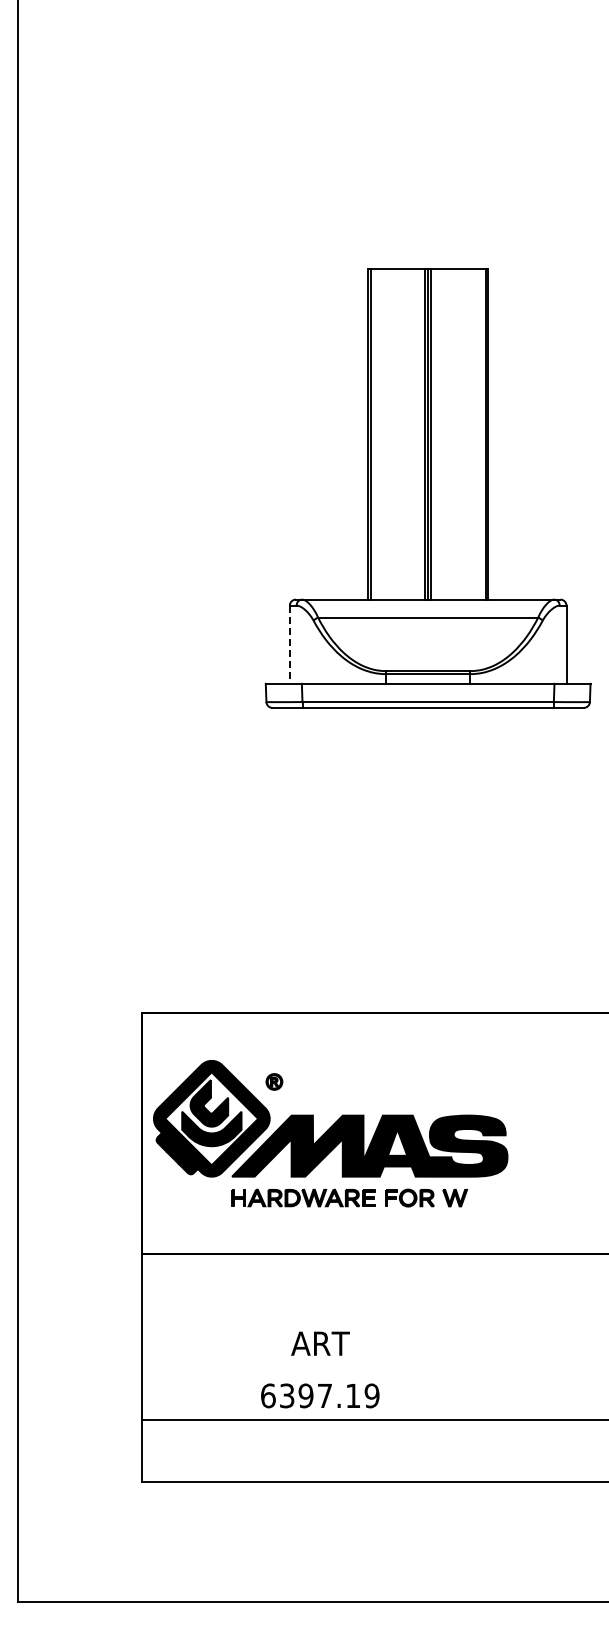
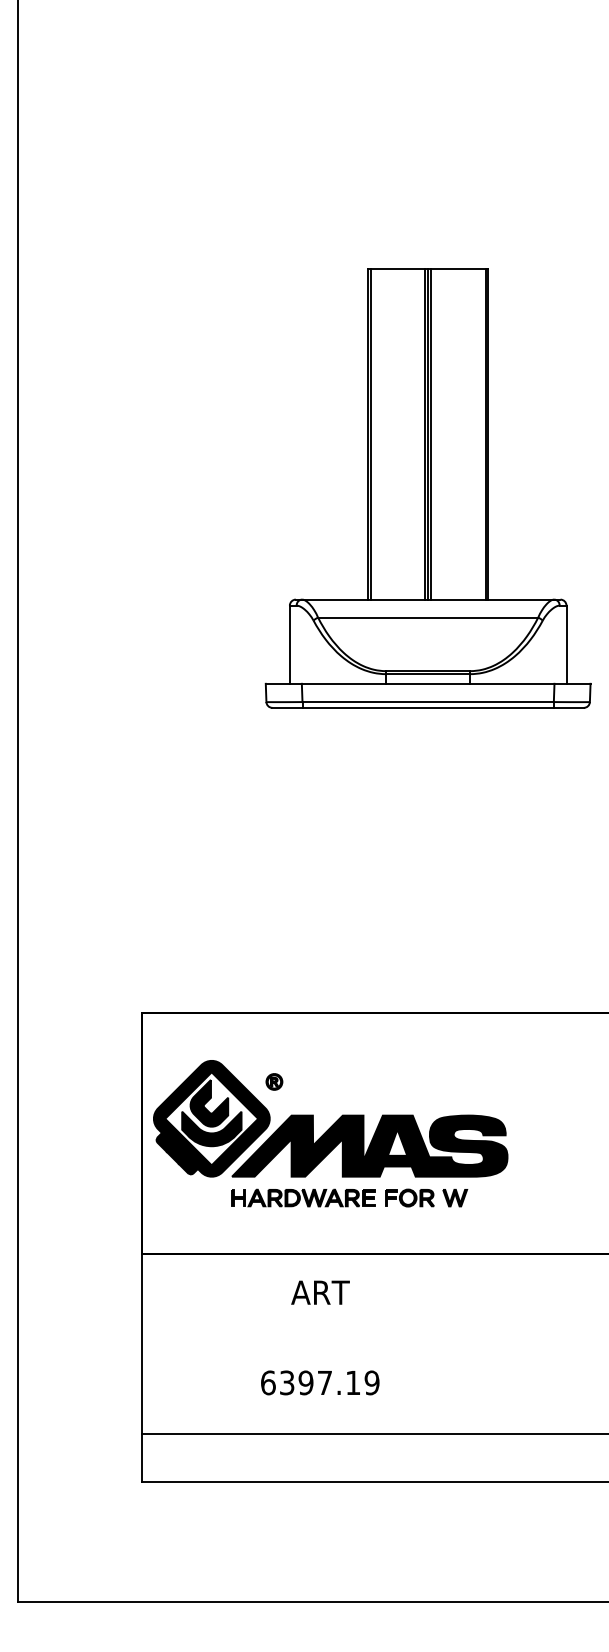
line at (289, 645): dashed -> solid
text at (320, 1343) position: (320, 1343) -> (320, 1292)
text at (320, 1395) position: (320, 1395) -> (320, 1382)
line at (373, 1420) position: (373, 1420) -> (373, 1434)
